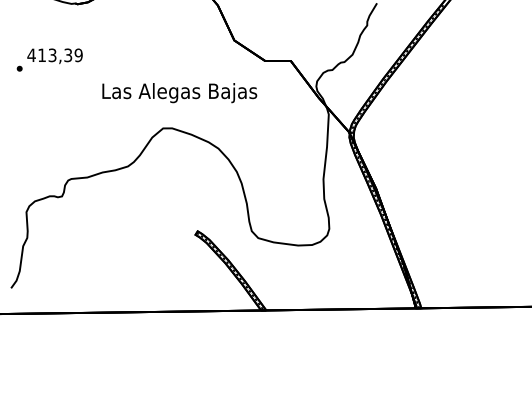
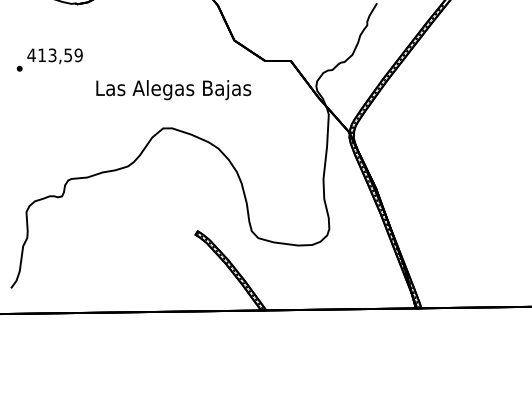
text at (68, 54): 413,39 -> 413,59
text at (179, 93) position: (179, 93) -> (173, 90)
